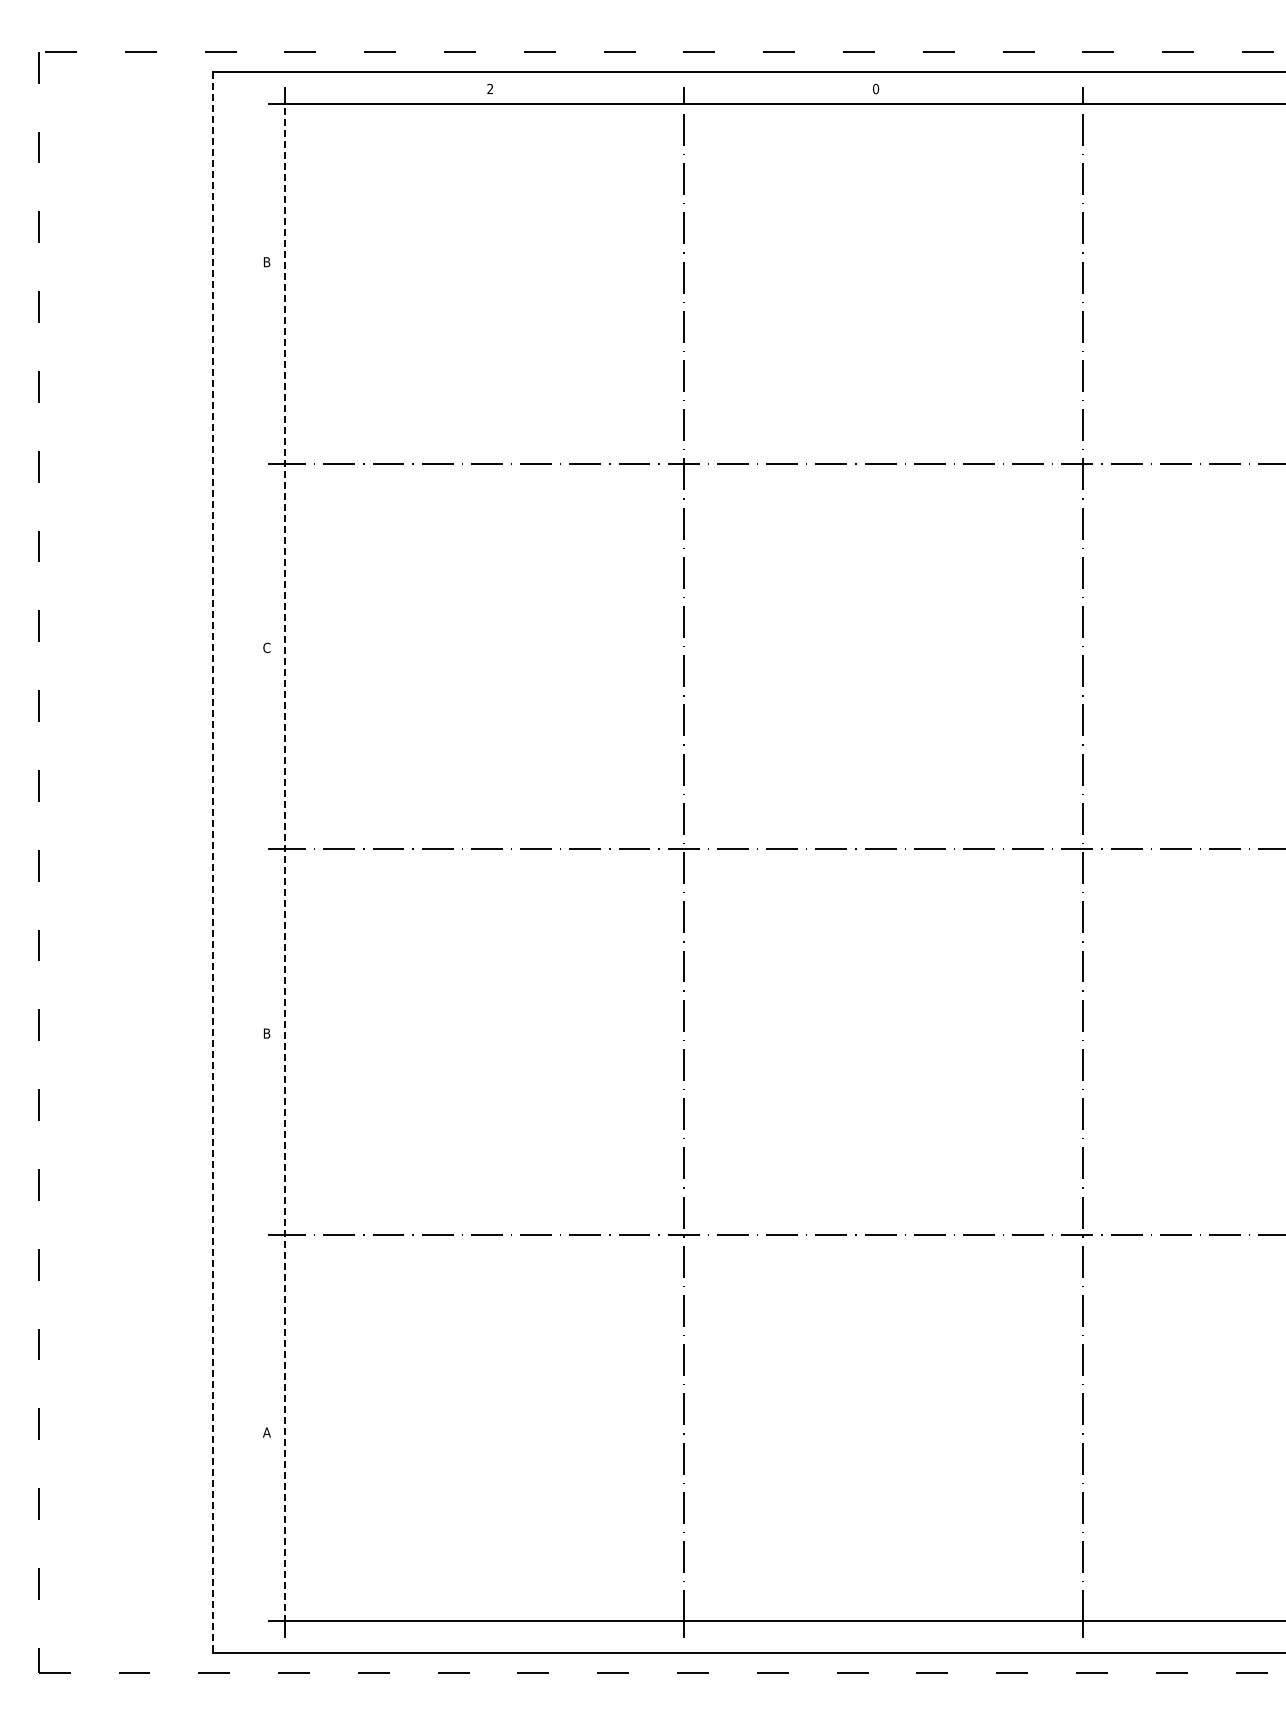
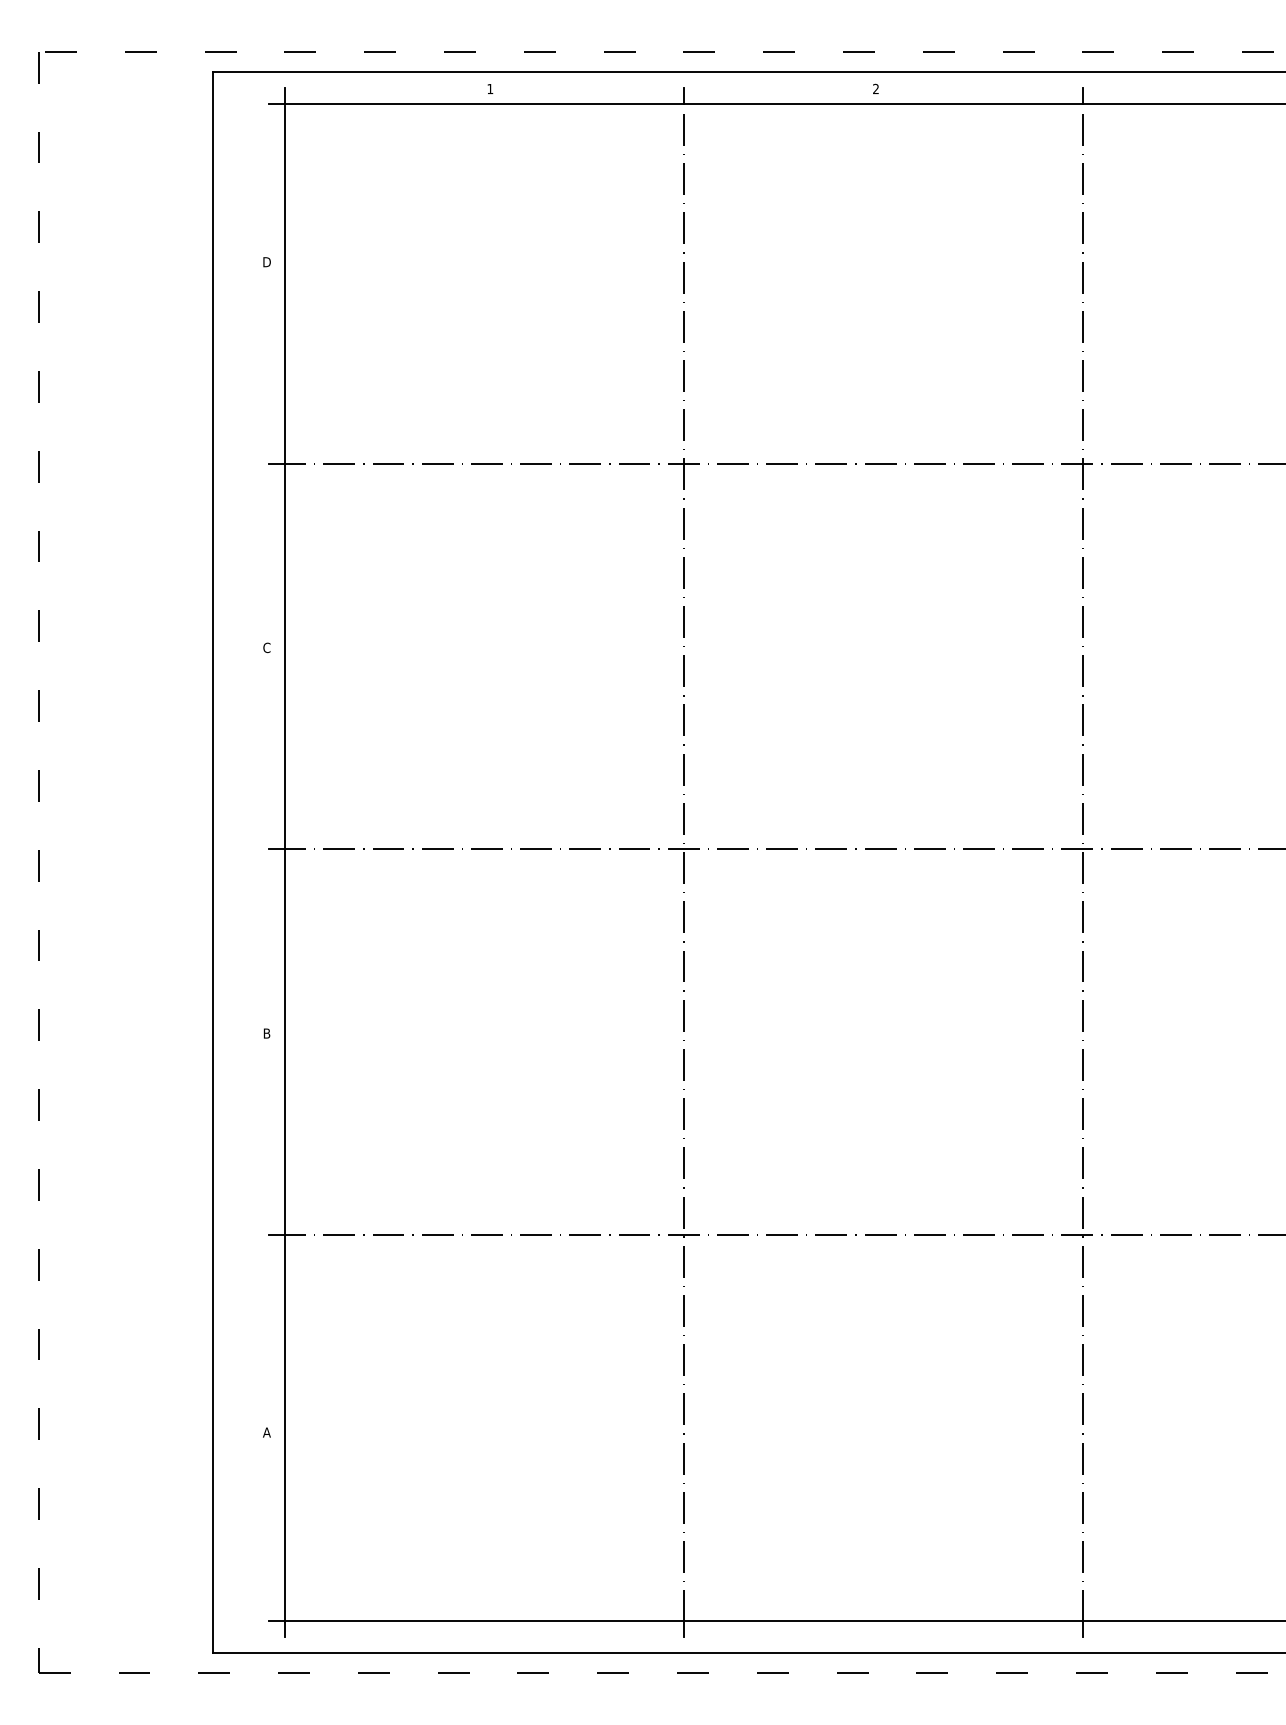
text at (490, 88): 2 -> 1
text at (876, 89): 0 -> 2
text at (266, 262): B -> D
line at (212, 862): dashed -> solid
line at (284, 863): dashed -> solid
